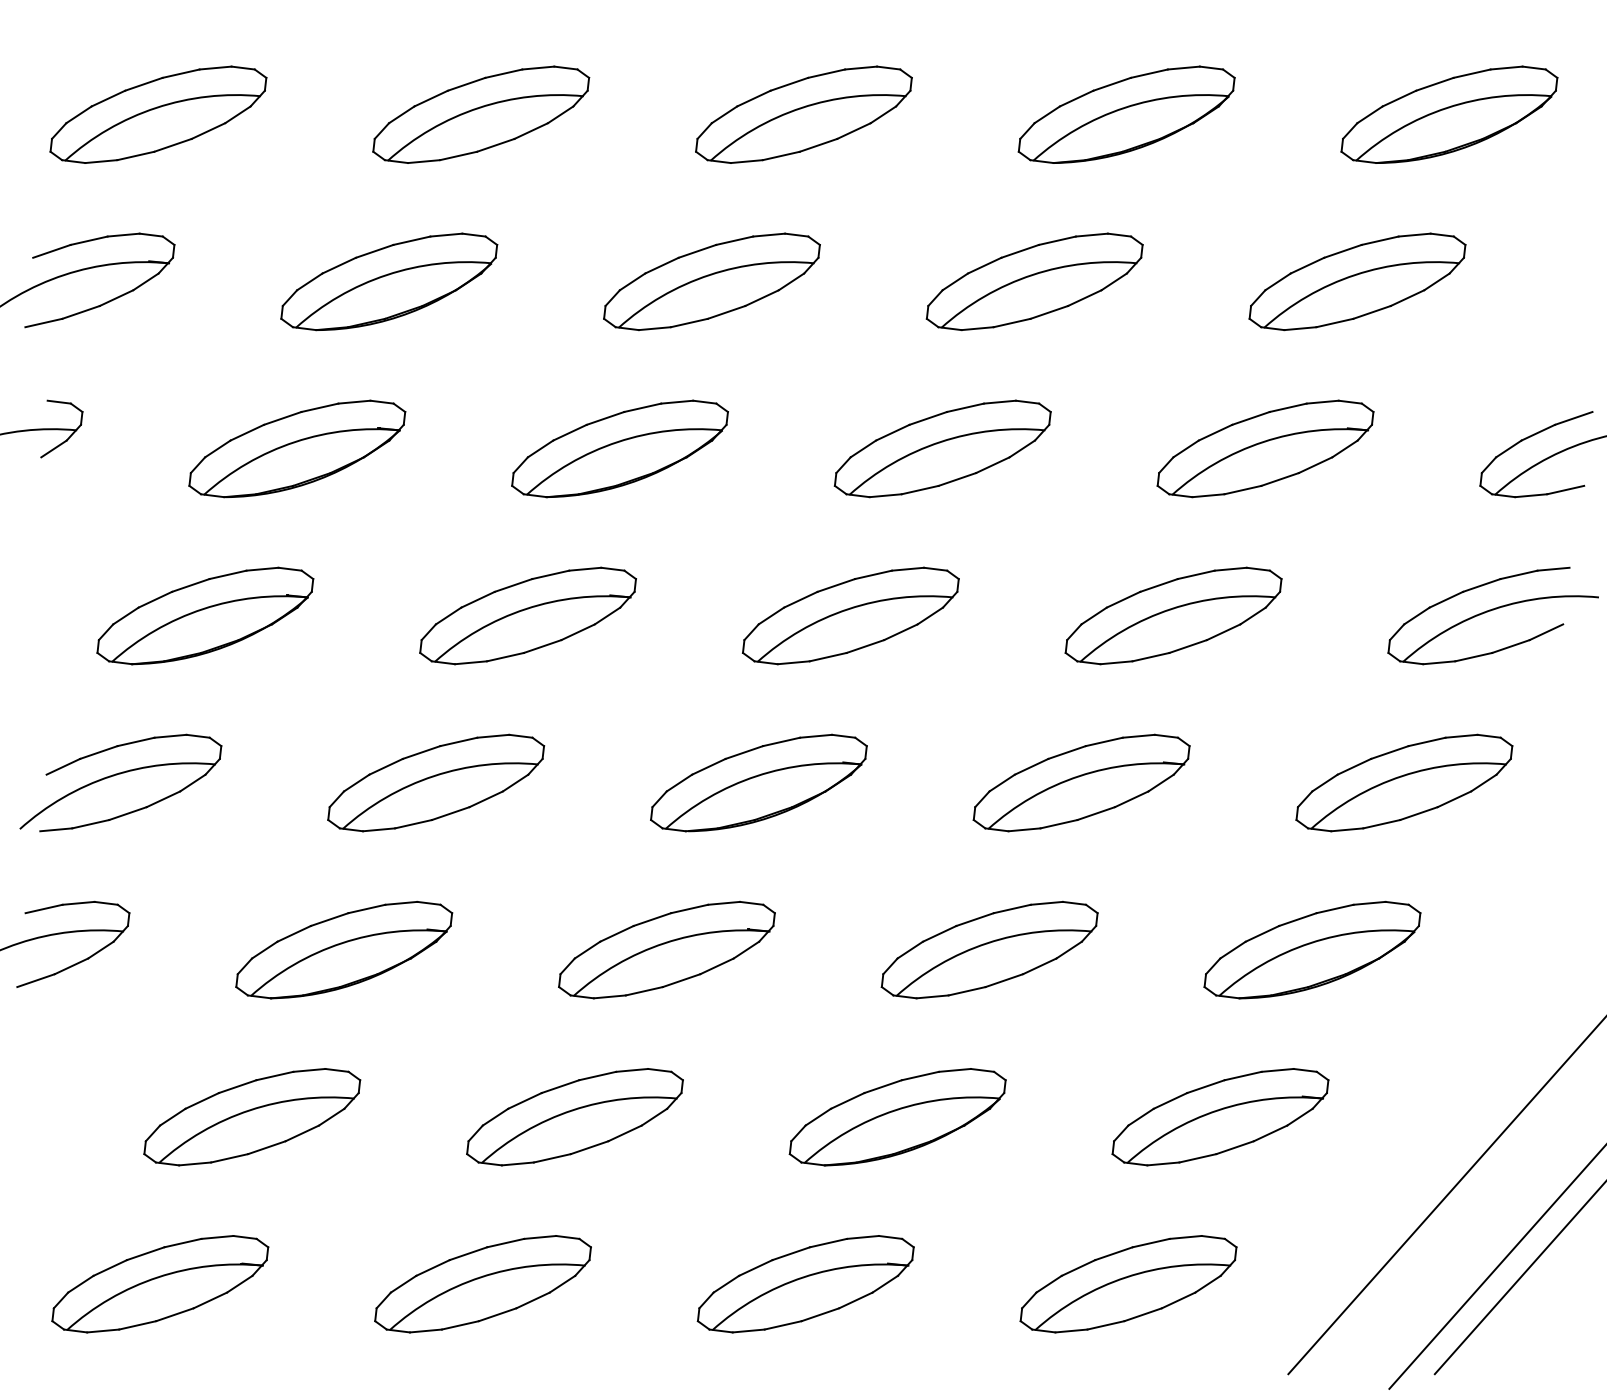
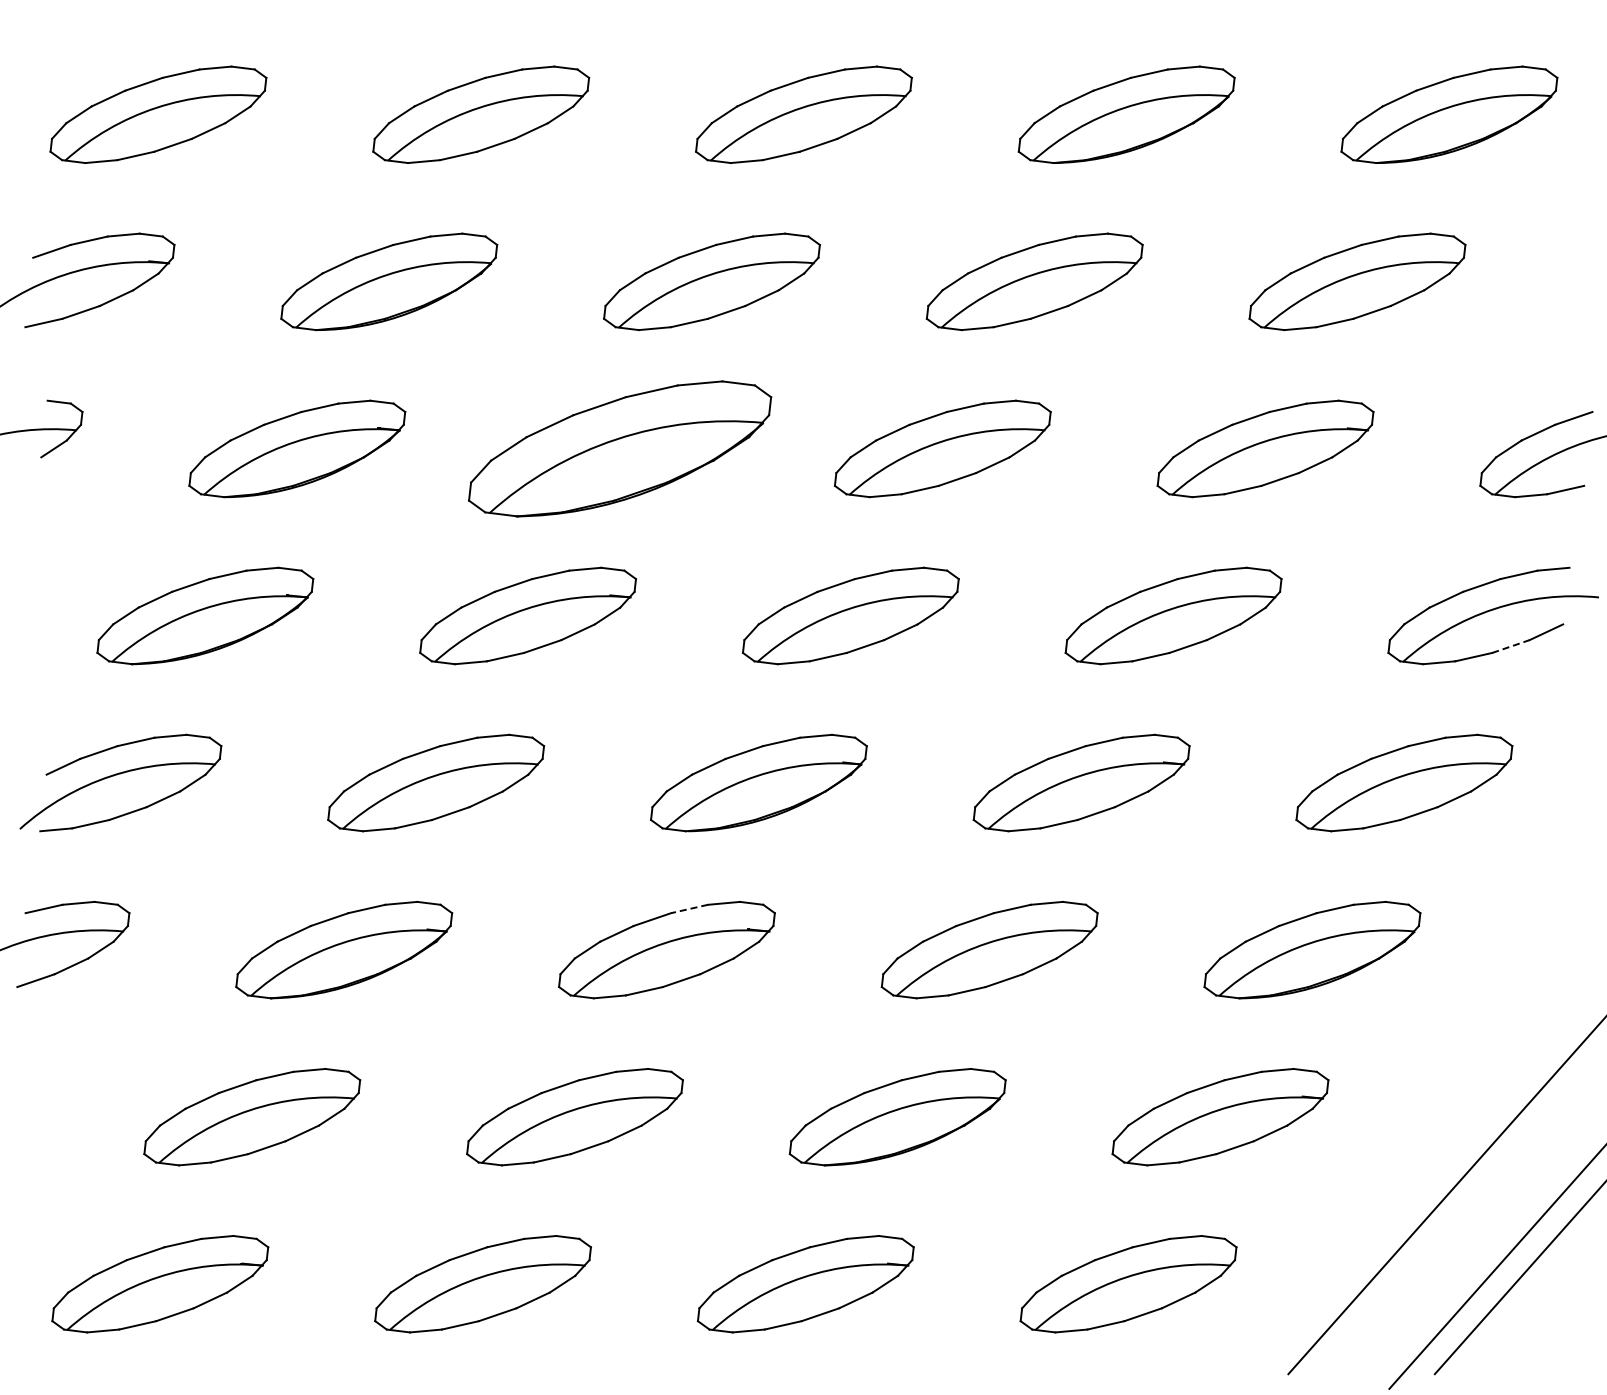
part at (619, 448) size: 218x100 px -> 305x138 px
line at (1510, 646): solid -> dashed
line at (689, 908): solid -> dashed
